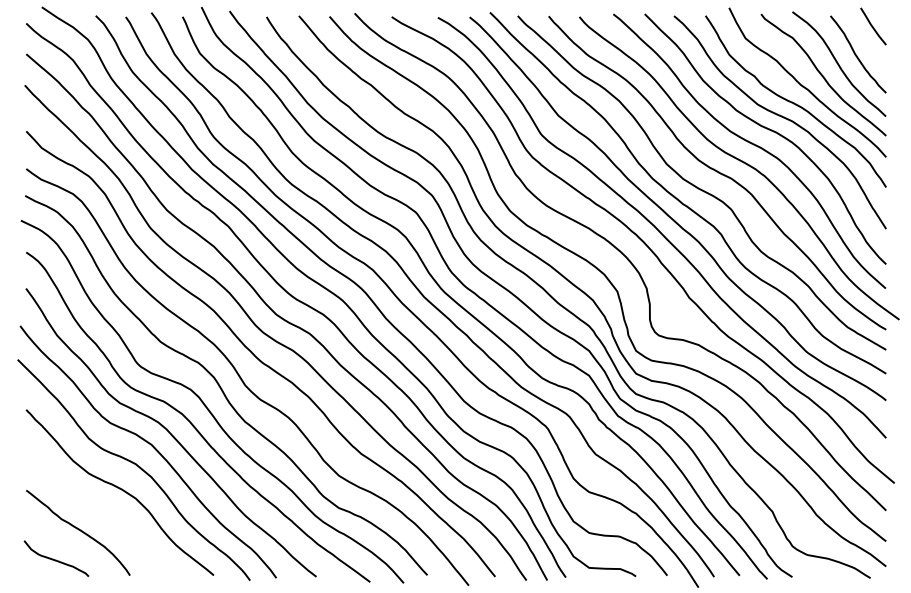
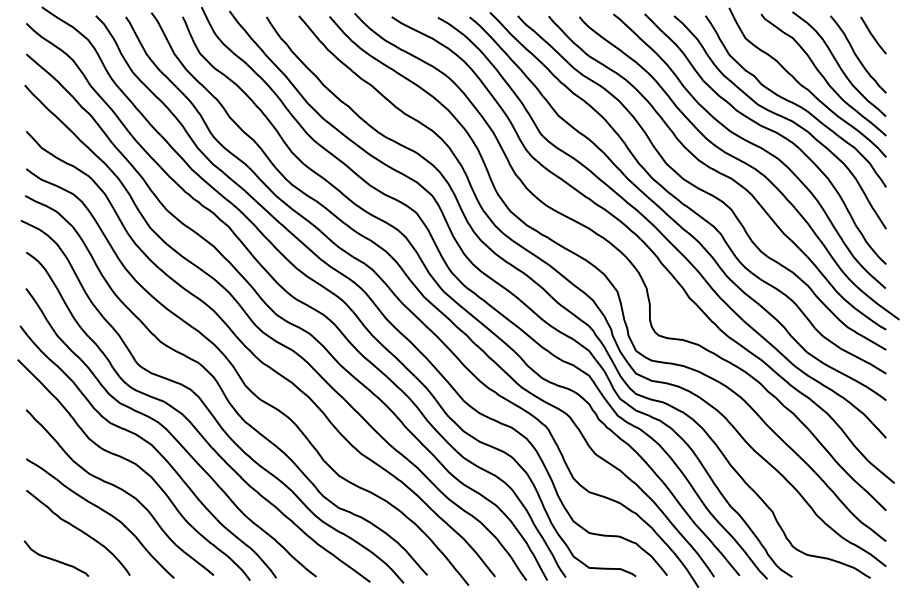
line at (873, 26) position: (873, 26) -> (873, 35)
curve at (104, 512): none -> present
